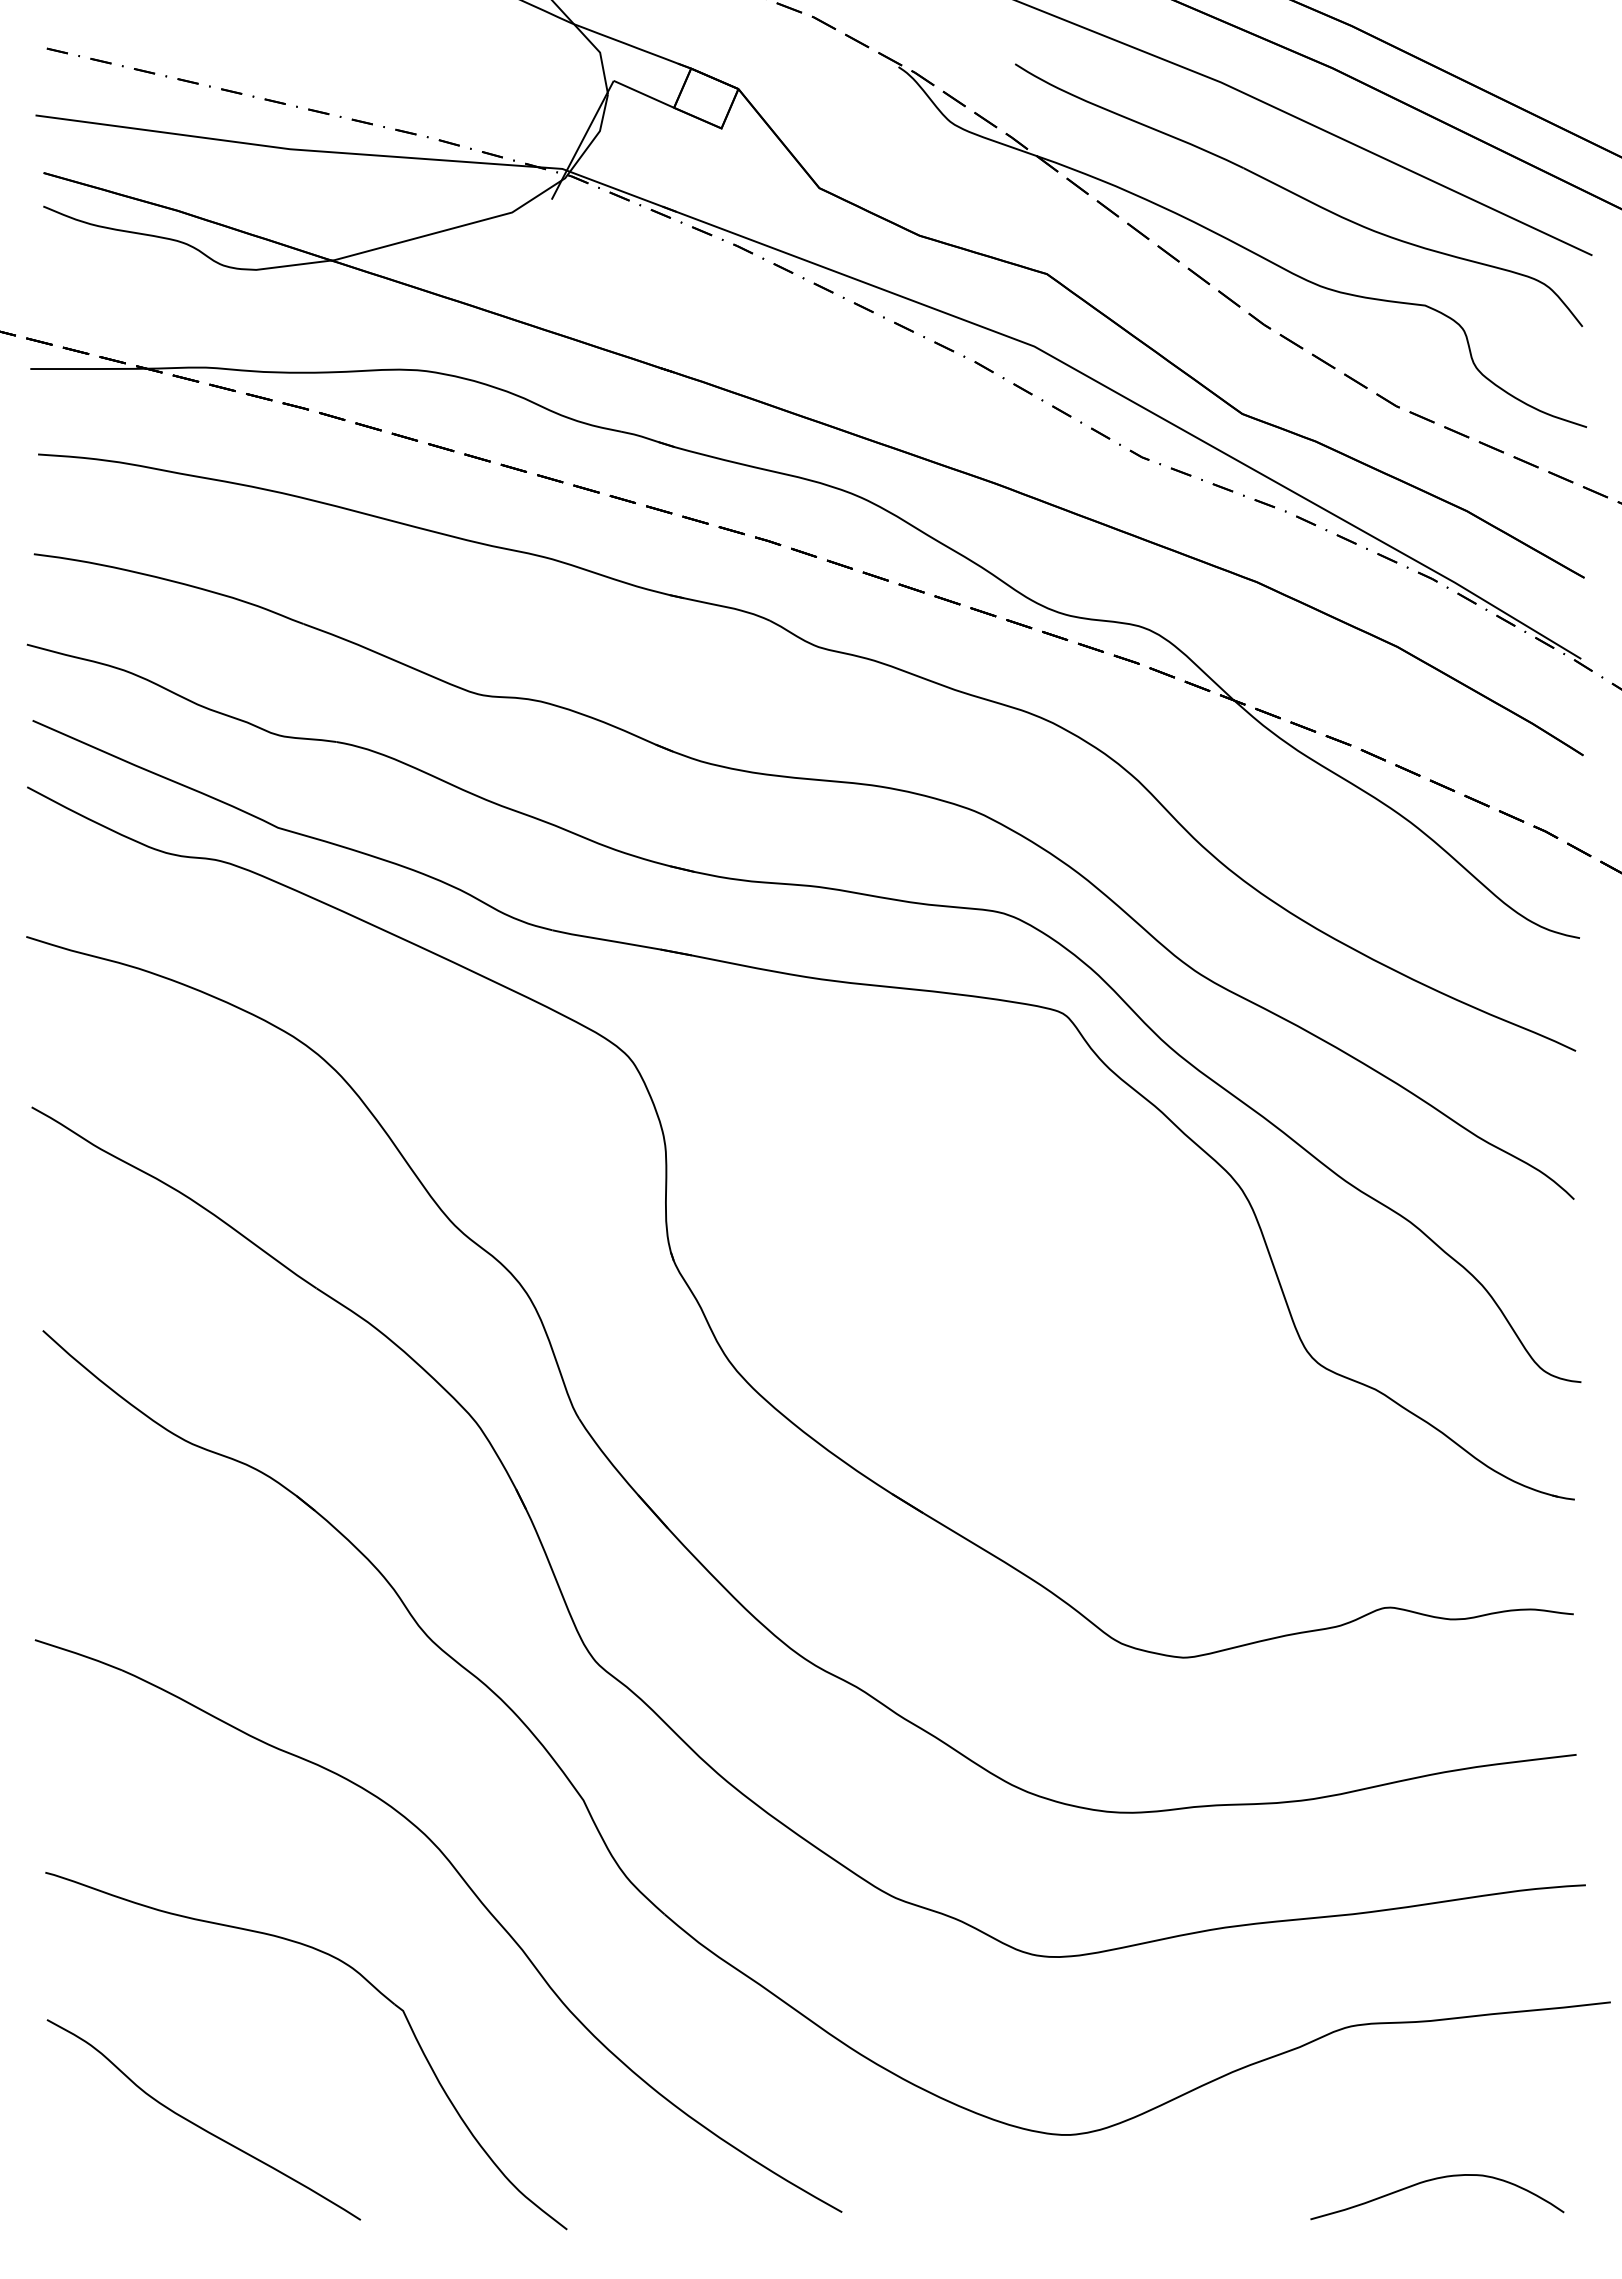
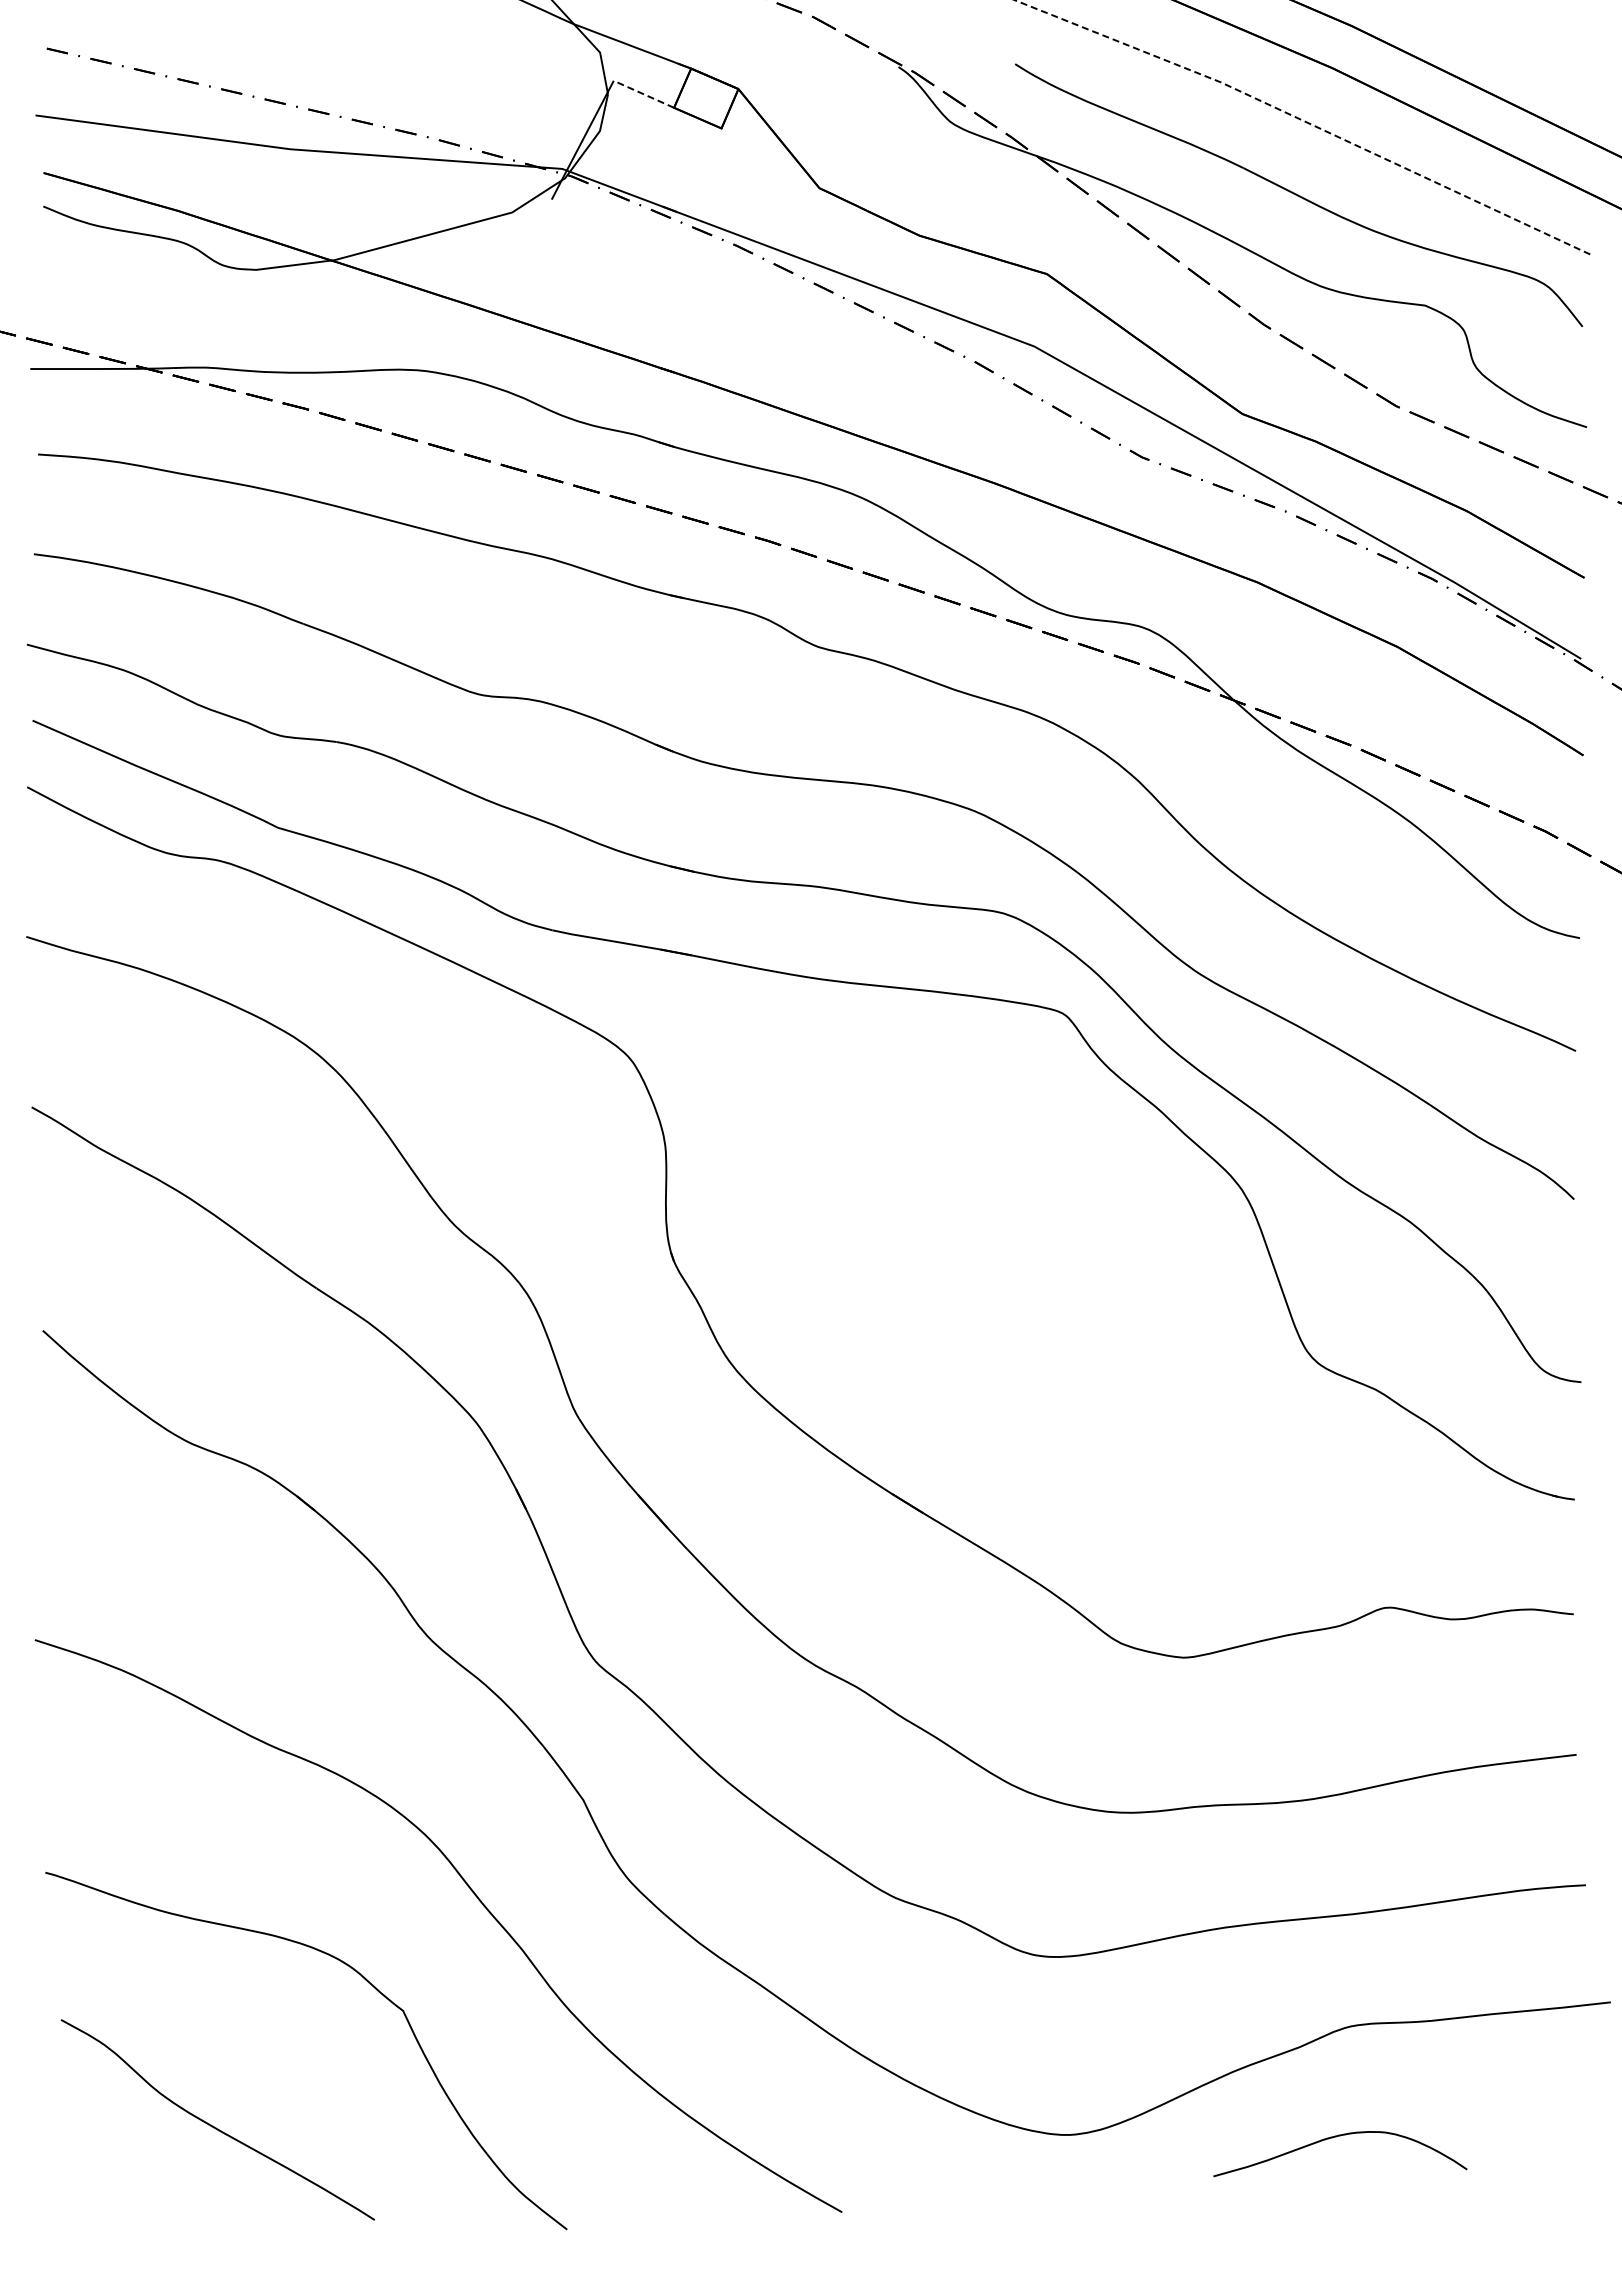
line at (643, 94): solid -> dashed
line at (1306, 122): solid -> dashed
curve at (200, 2126) position: (200, 2126) -> (214, 2126)
curve at (1433, 2180) position: (1433, 2180) -> (1336, 2137)
